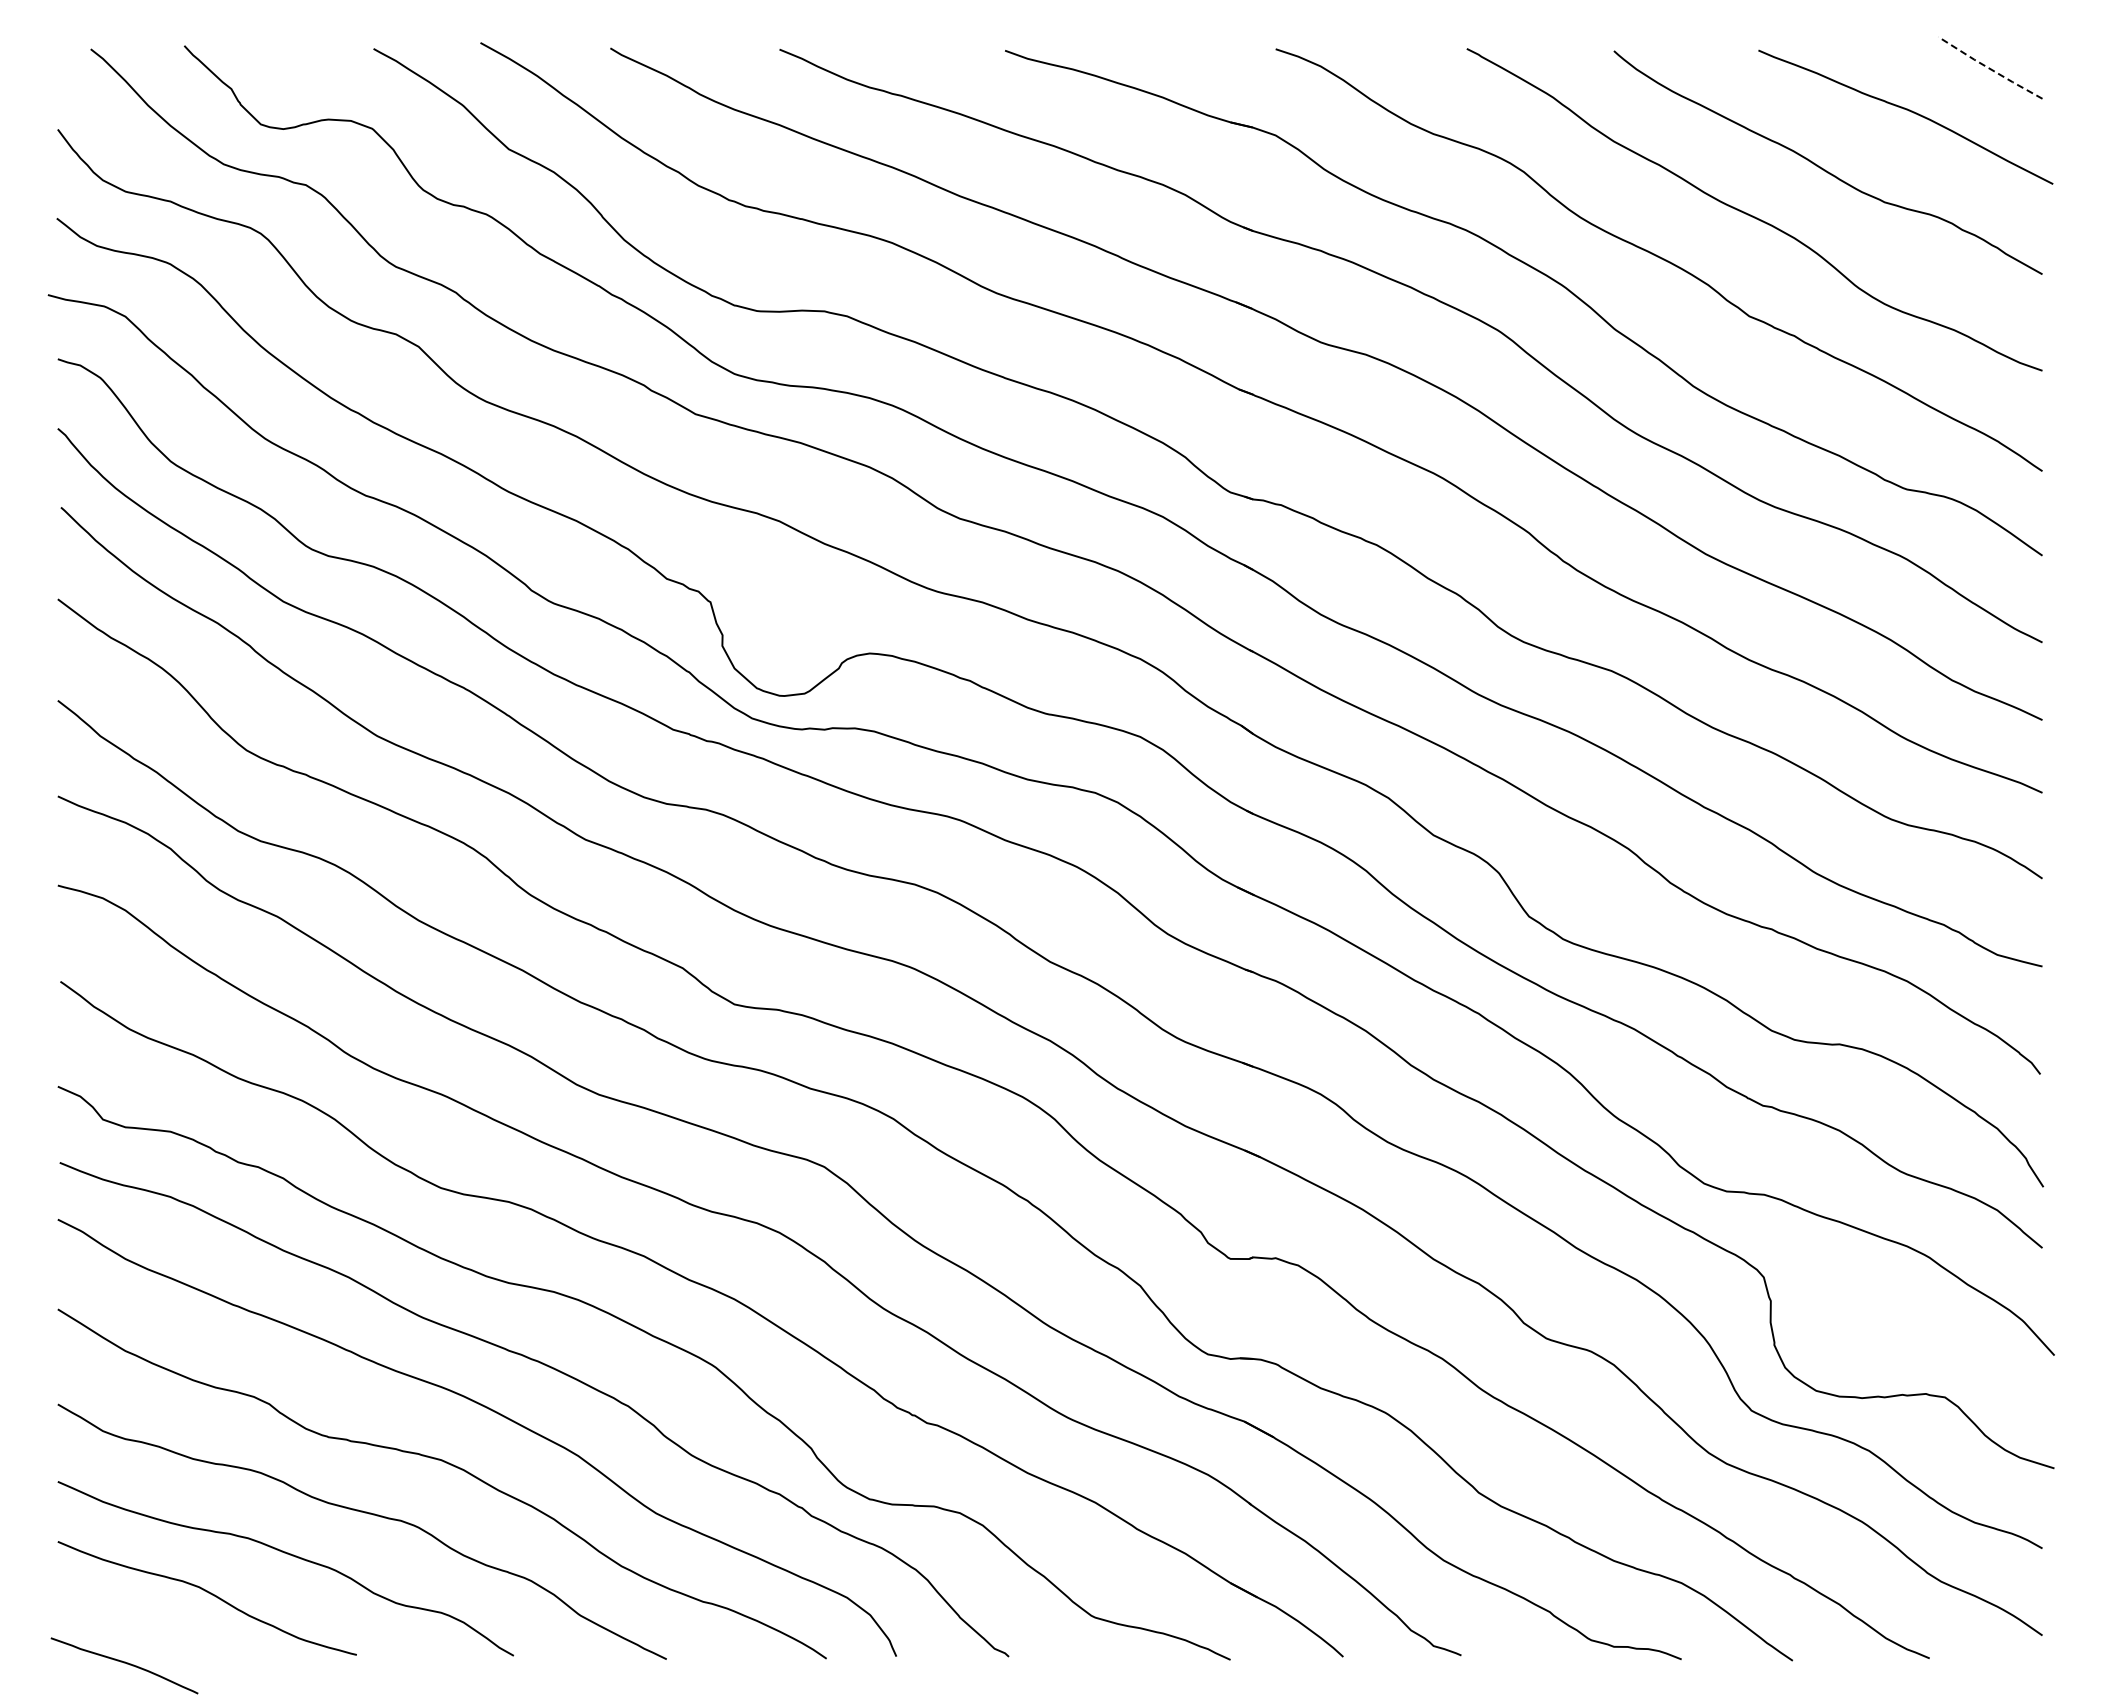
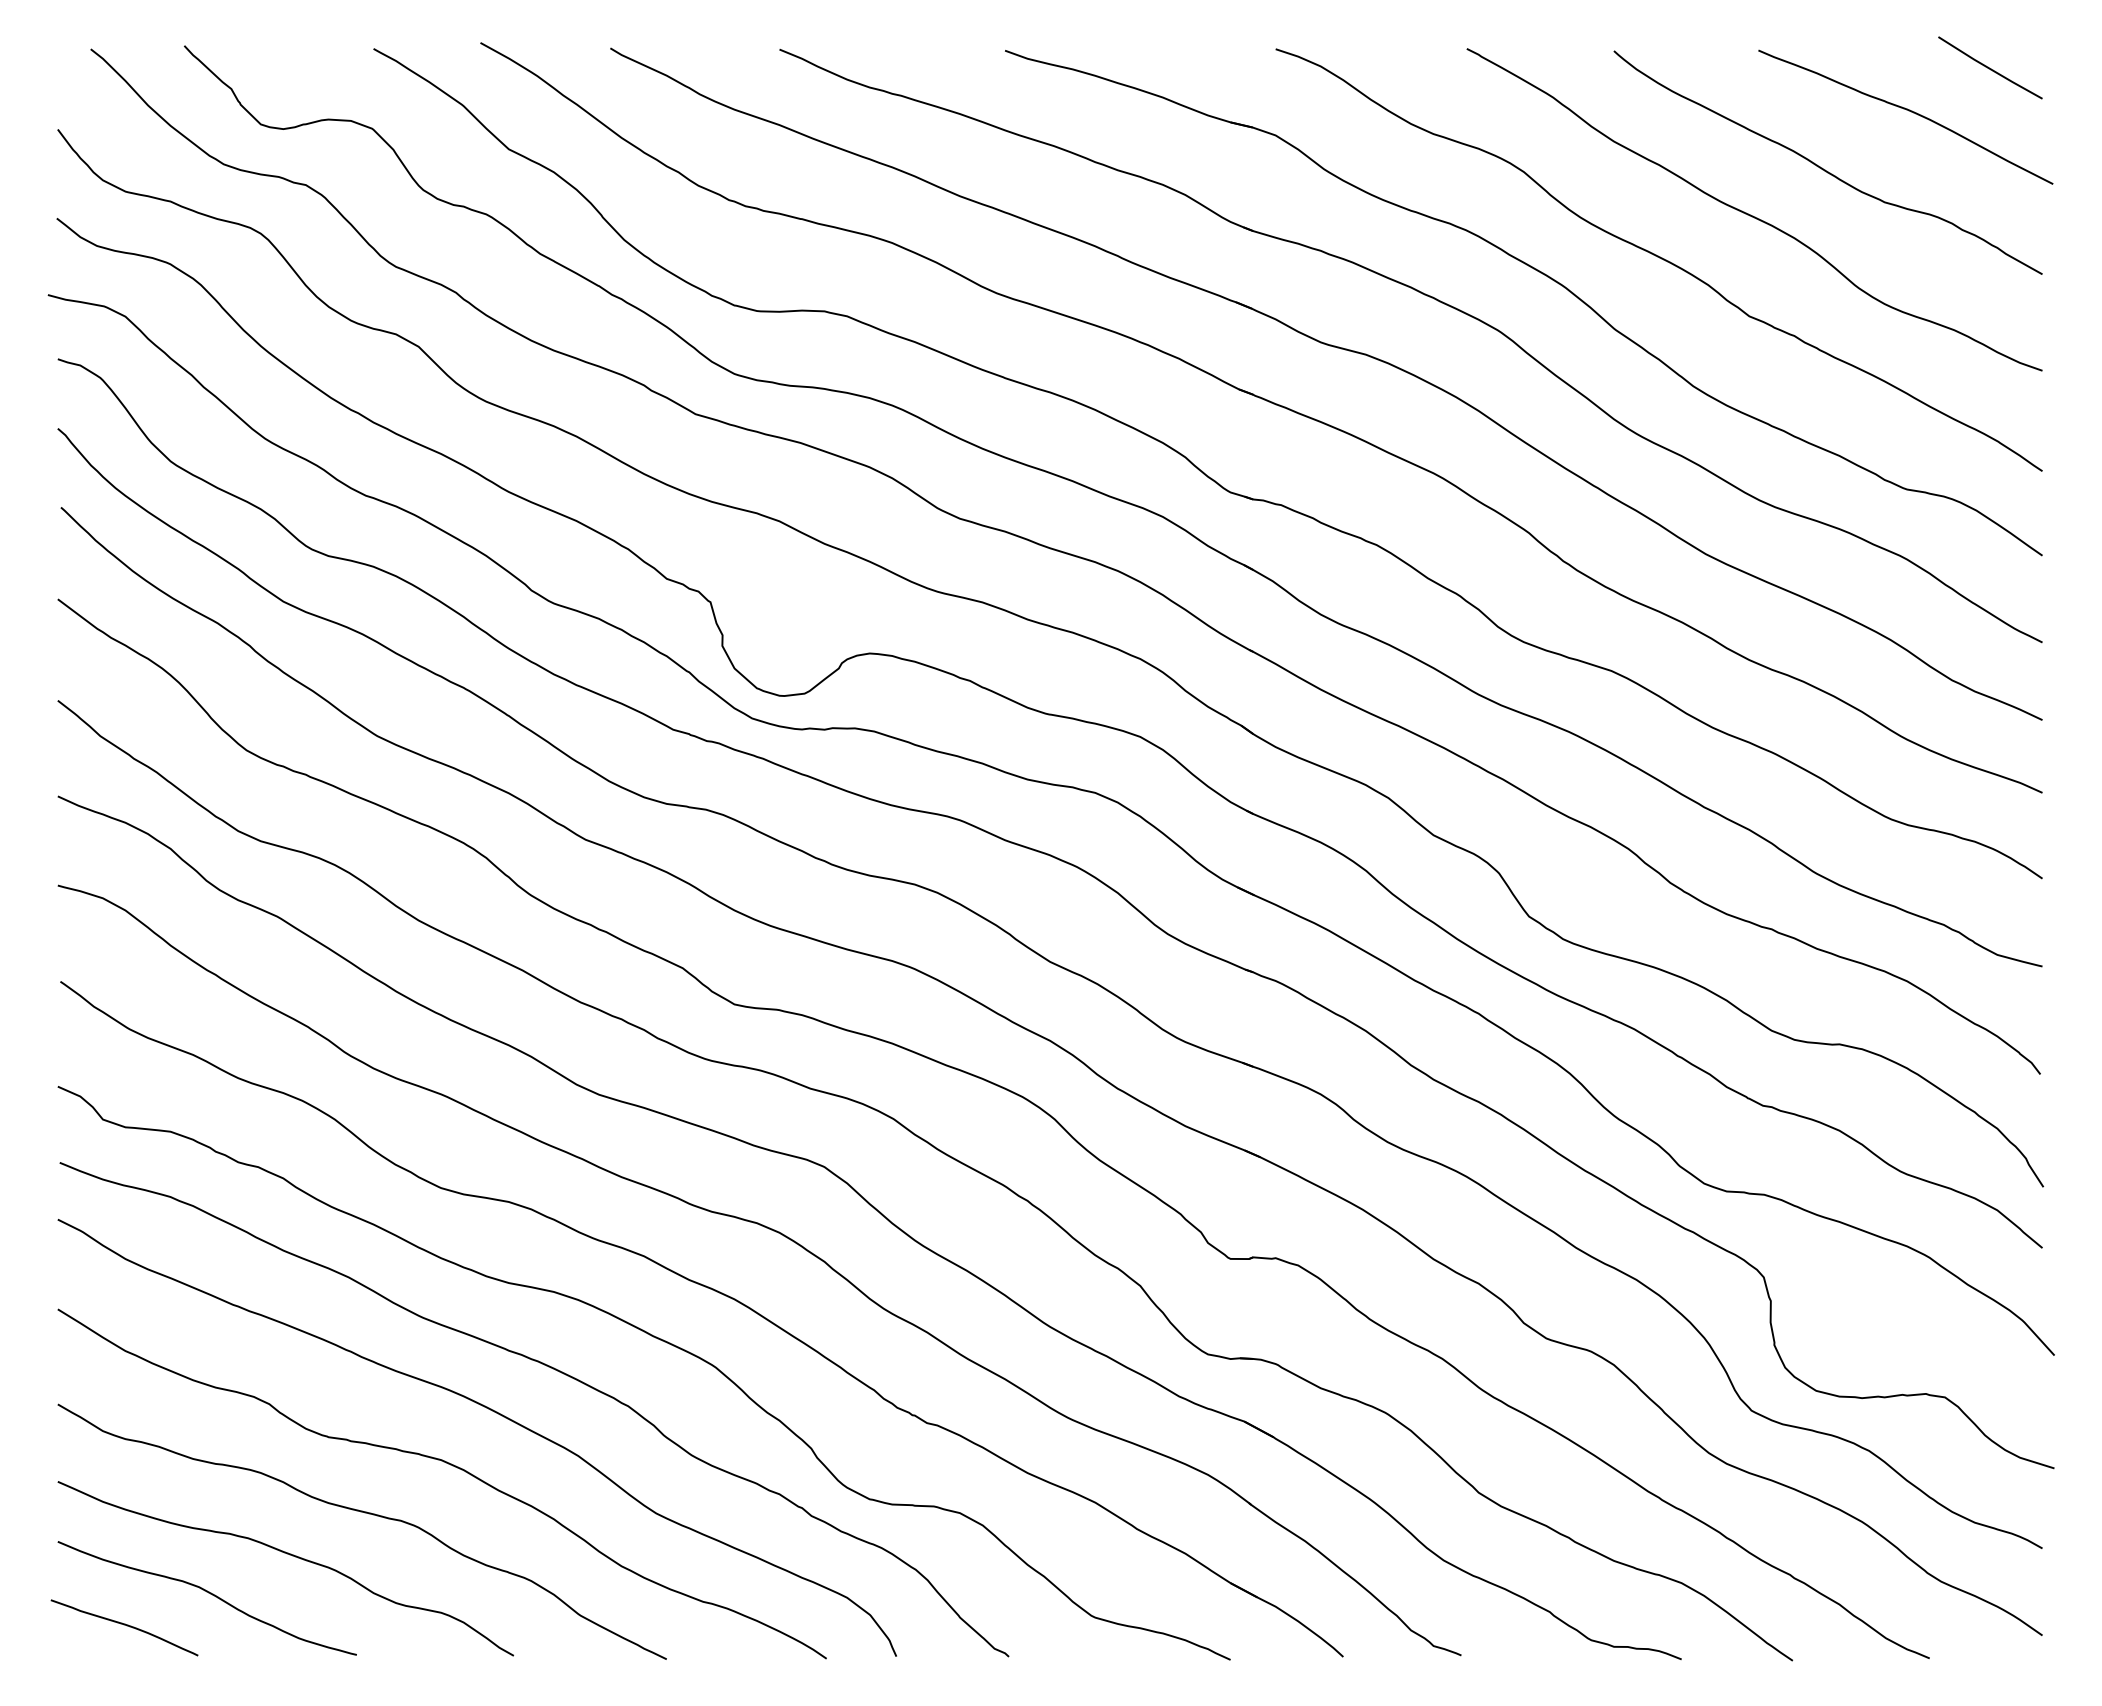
line at (1989, 68): dashed -> solid
curve at (124, 1663) position: (124, 1663) -> (124, 1625)
